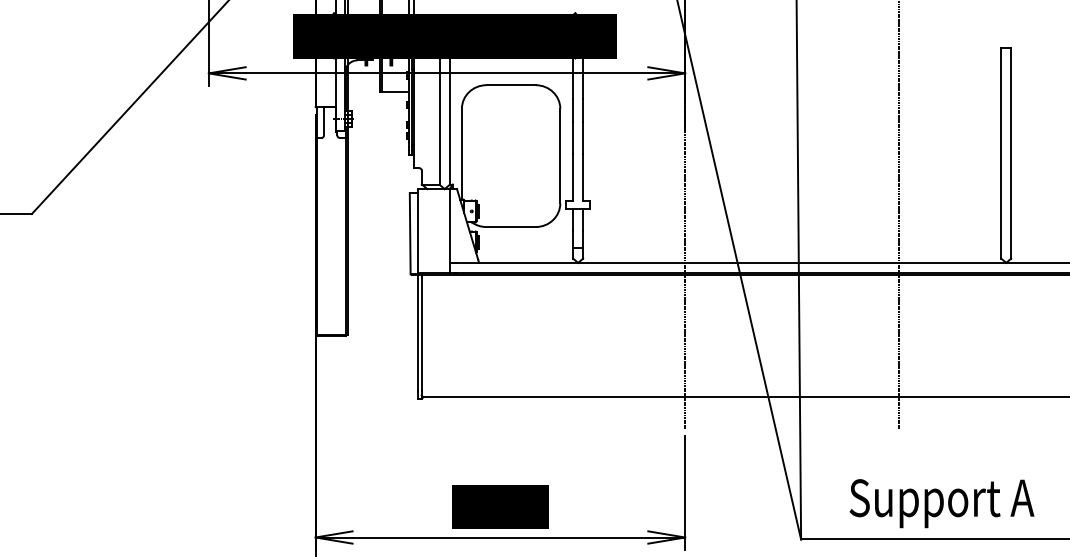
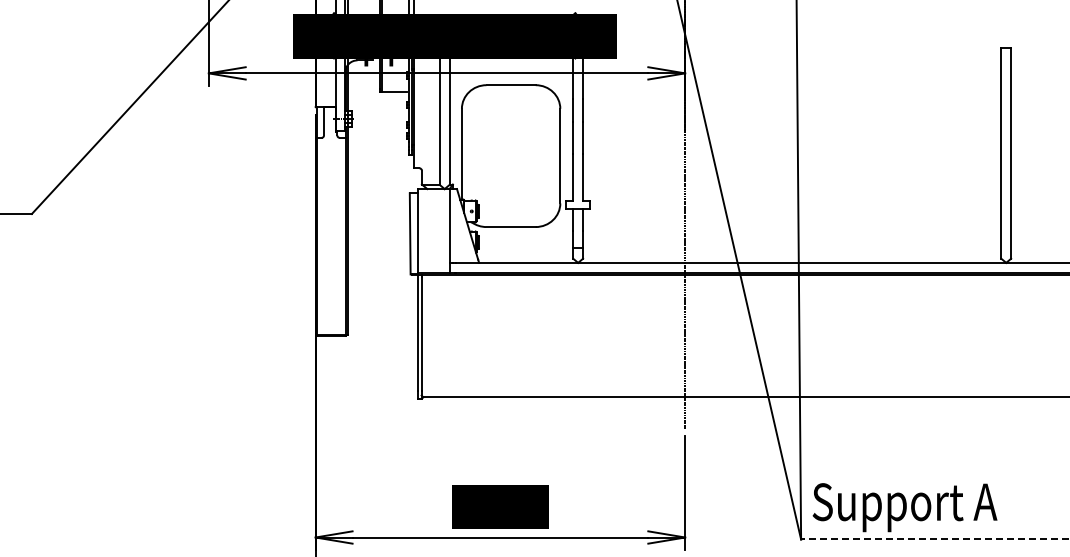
line at (899, 215): present -> none
text at (941, 503) position: (941, 503) -> (904, 507)
line at (935, 539): solid -> dashed
